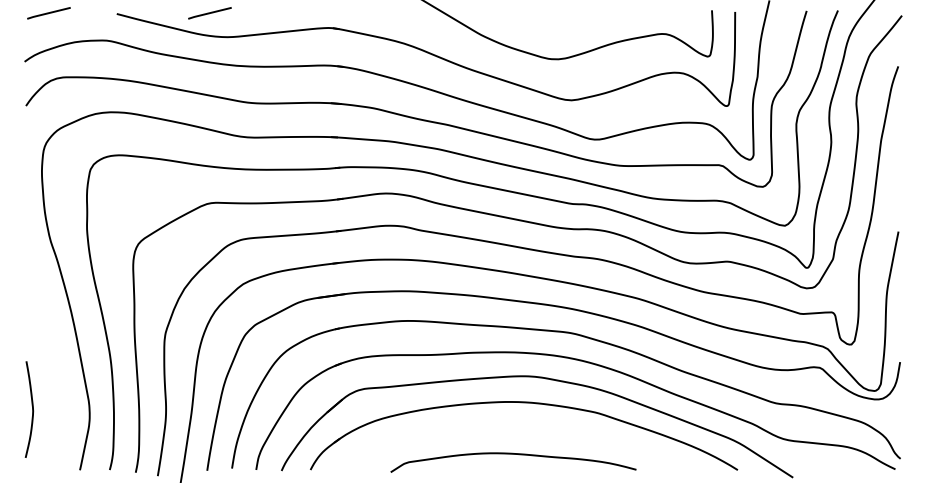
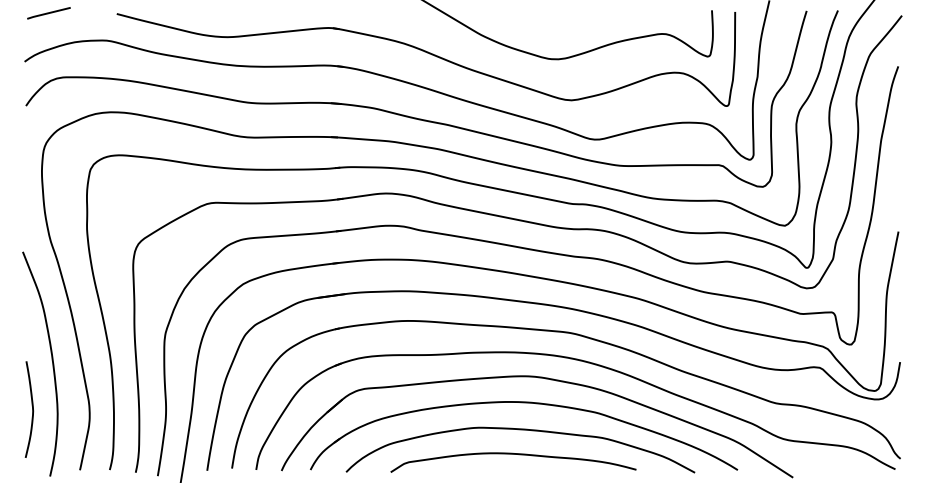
line at (209, 13): present -> none
curve at (51, 360): none -> present
curve at (520, 430): none -> present
